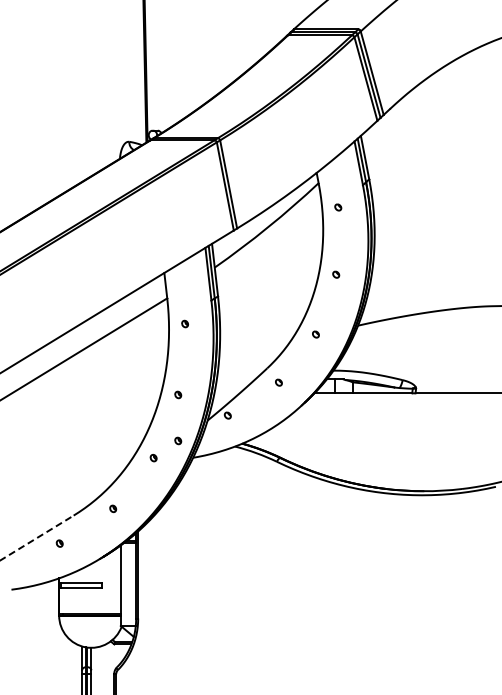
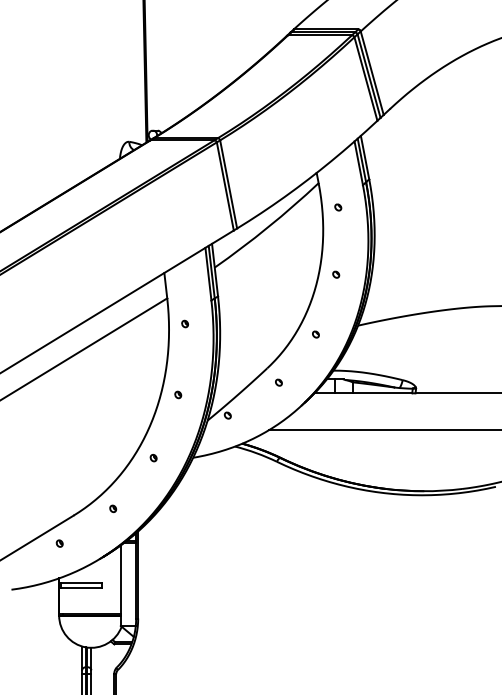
line at (383, 430): none -> present
part at (178, 440): present -> none
line at (37, 538): dashed -> solid
